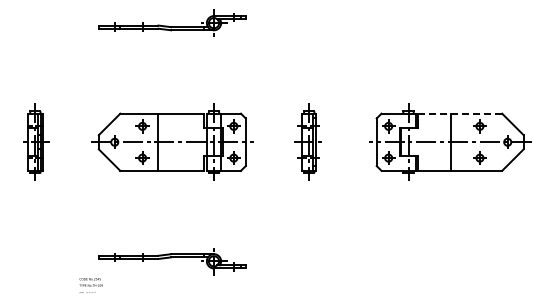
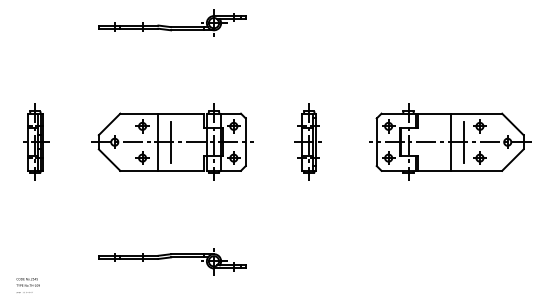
line at (459, 113): dashed -> solid
line at (171, 141): none -> present
line at (464, 141): none -> present
text at (90, 285) position: (90, 285) -> (27, 285)
